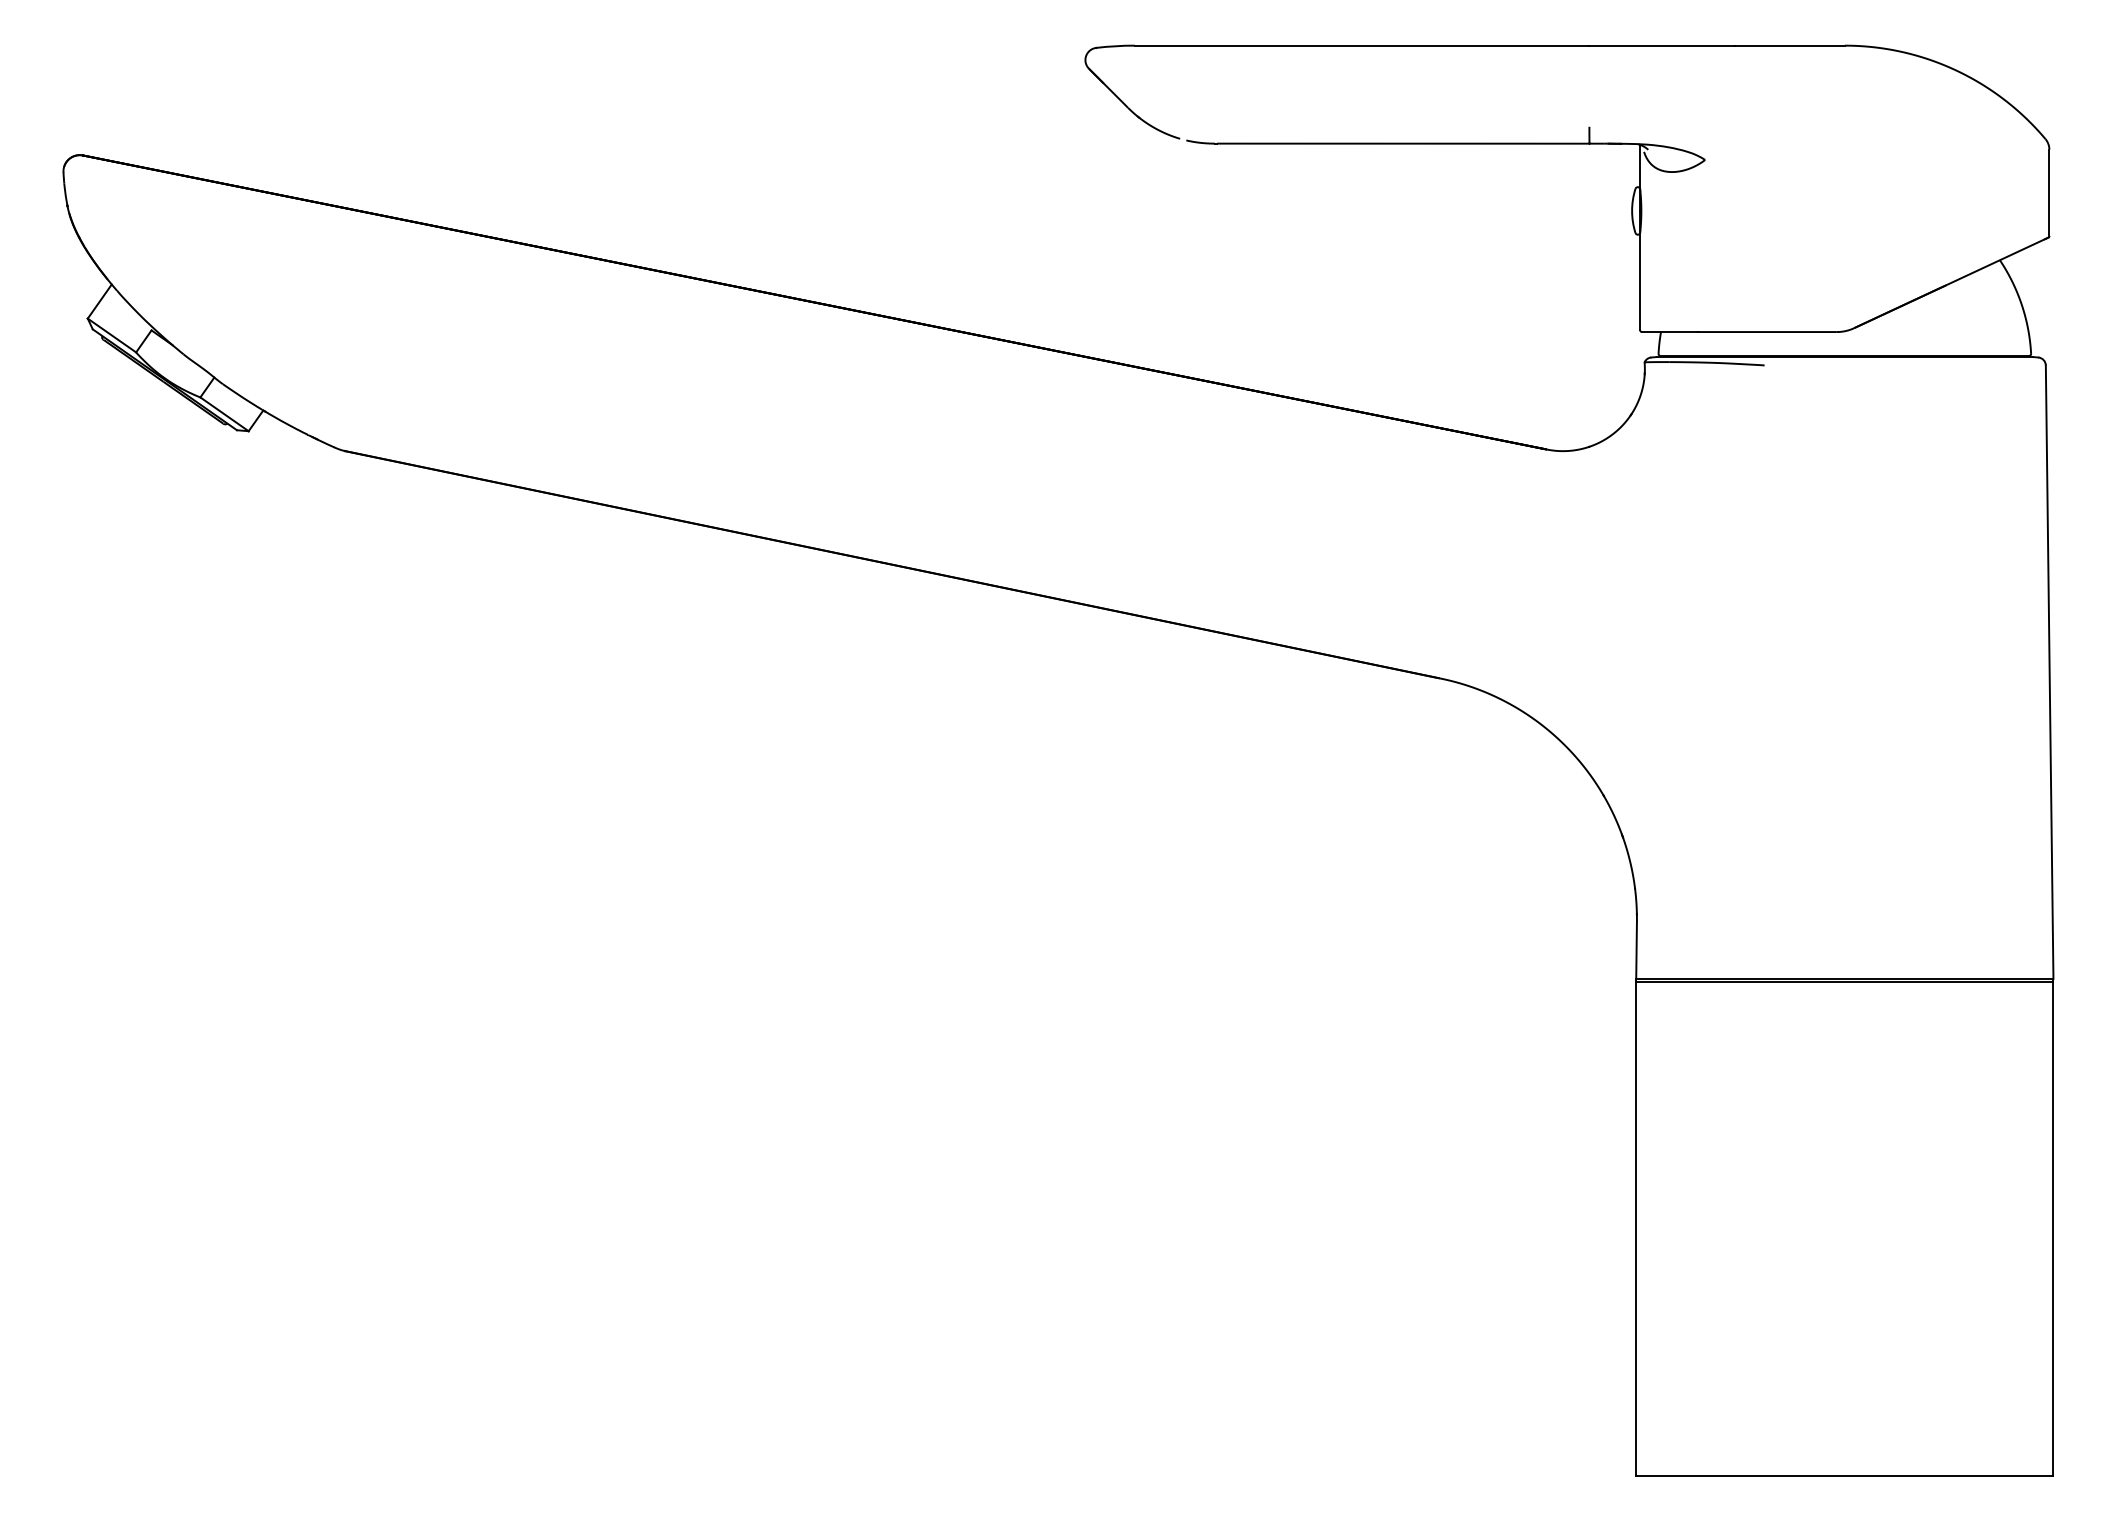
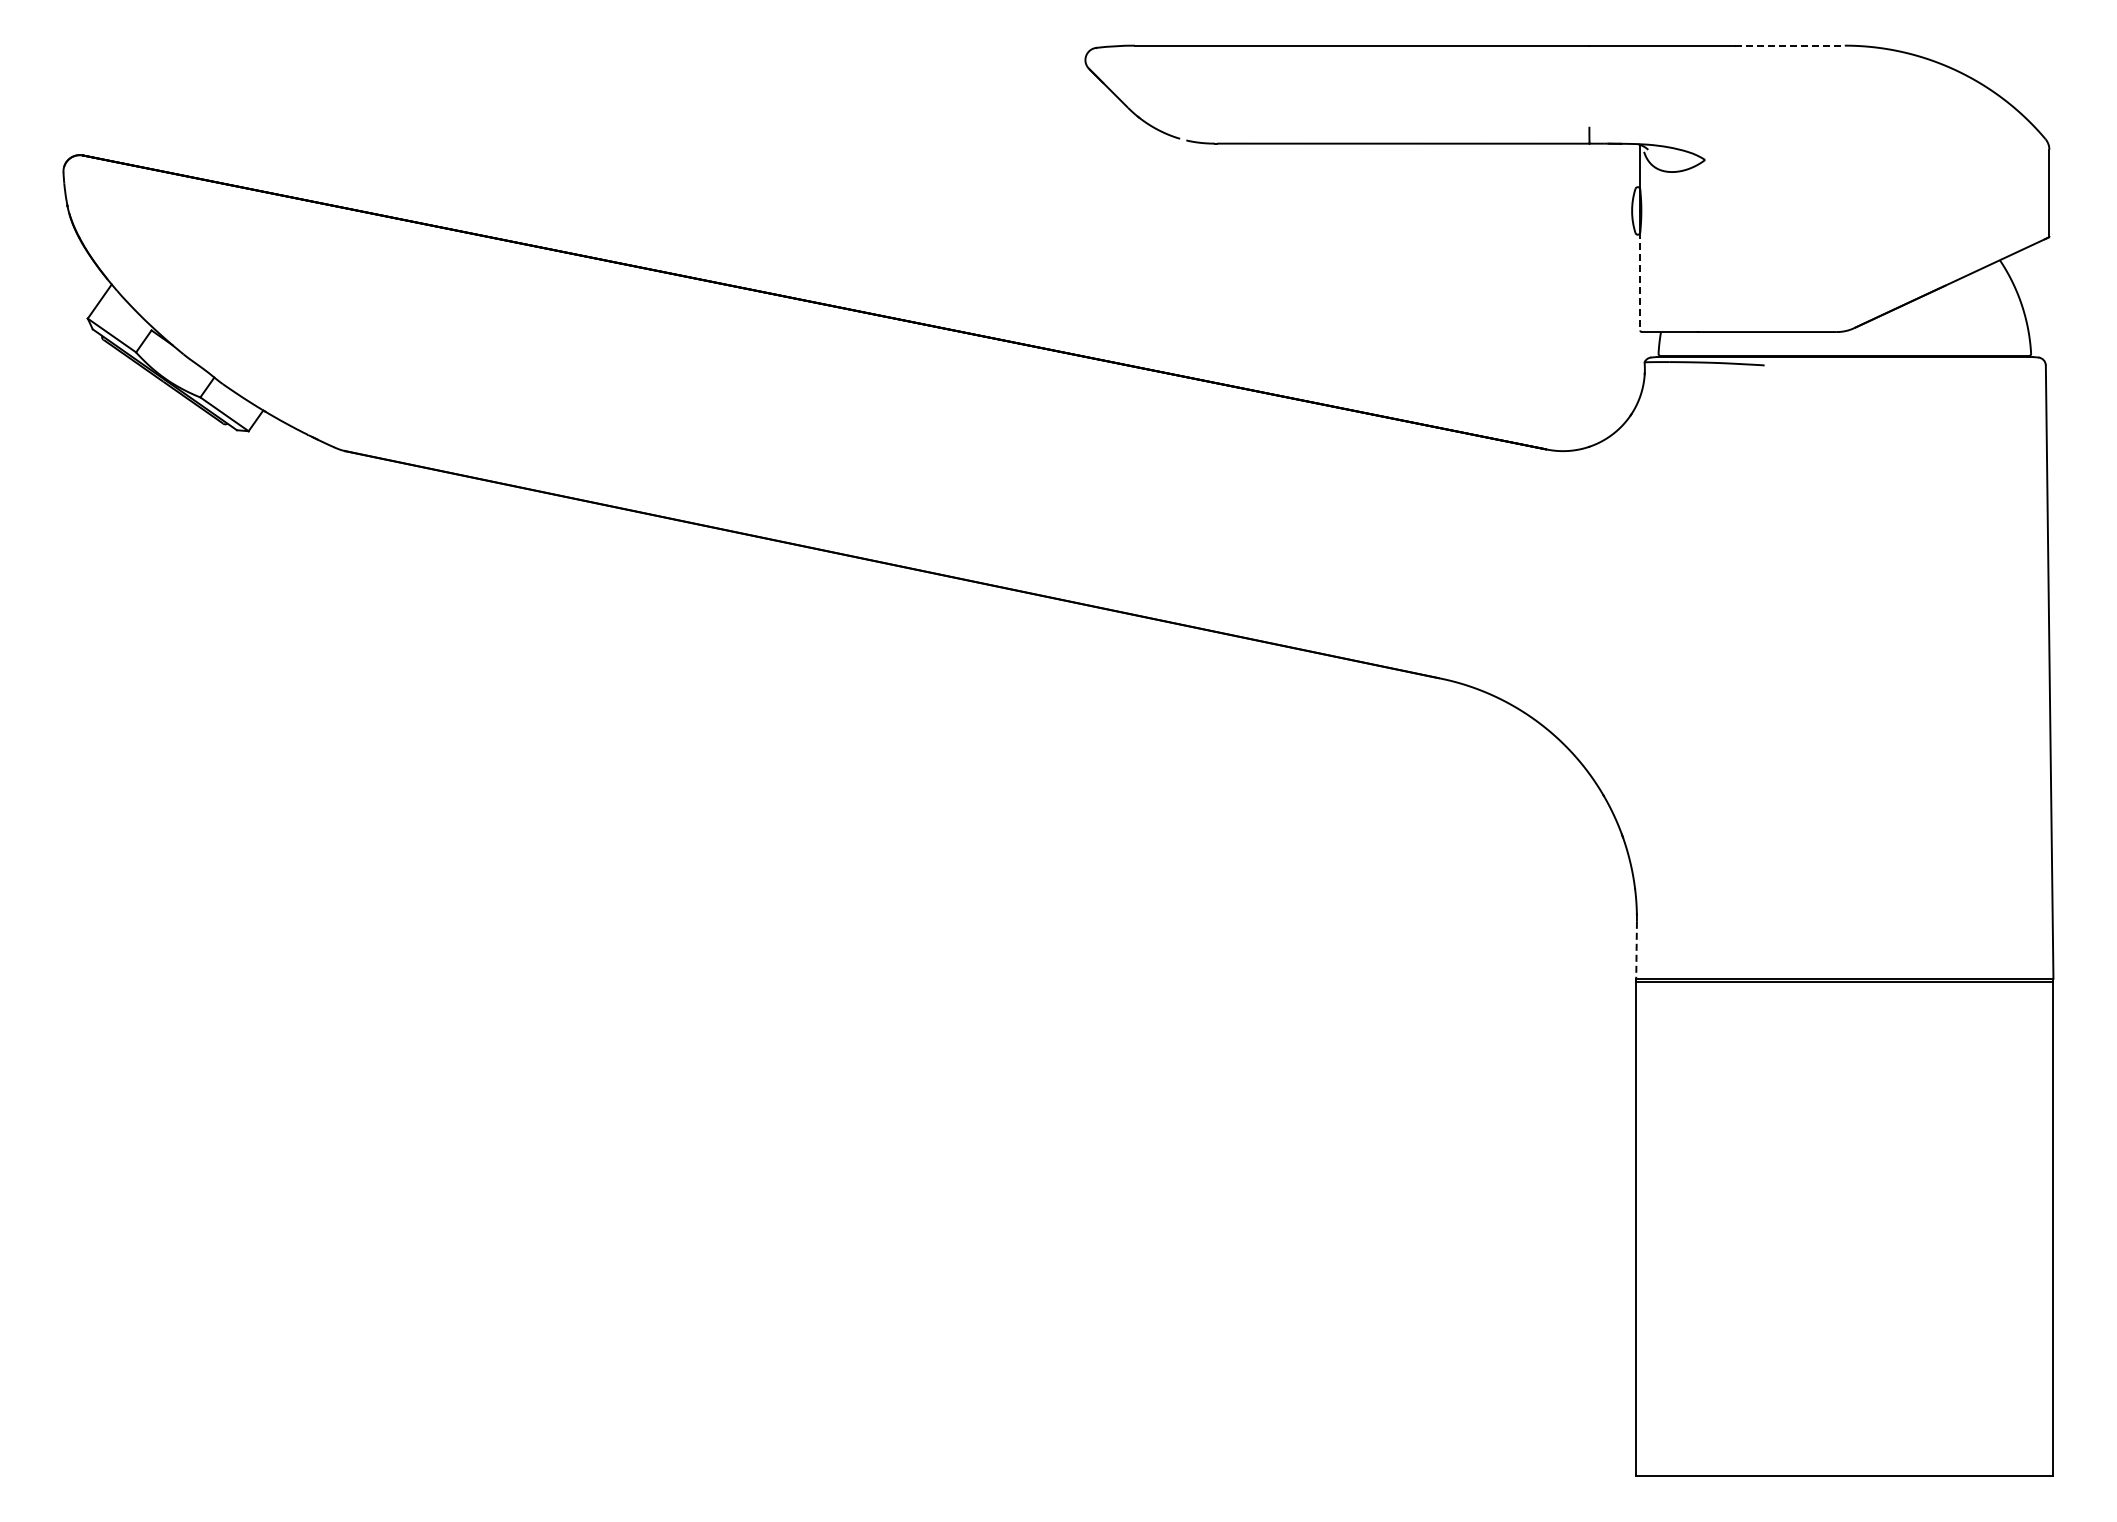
line at (1790, 45): solid -> dashed
line at (1640, 281): solid -> dashed
line at (1636, 950): solid -> dashed
